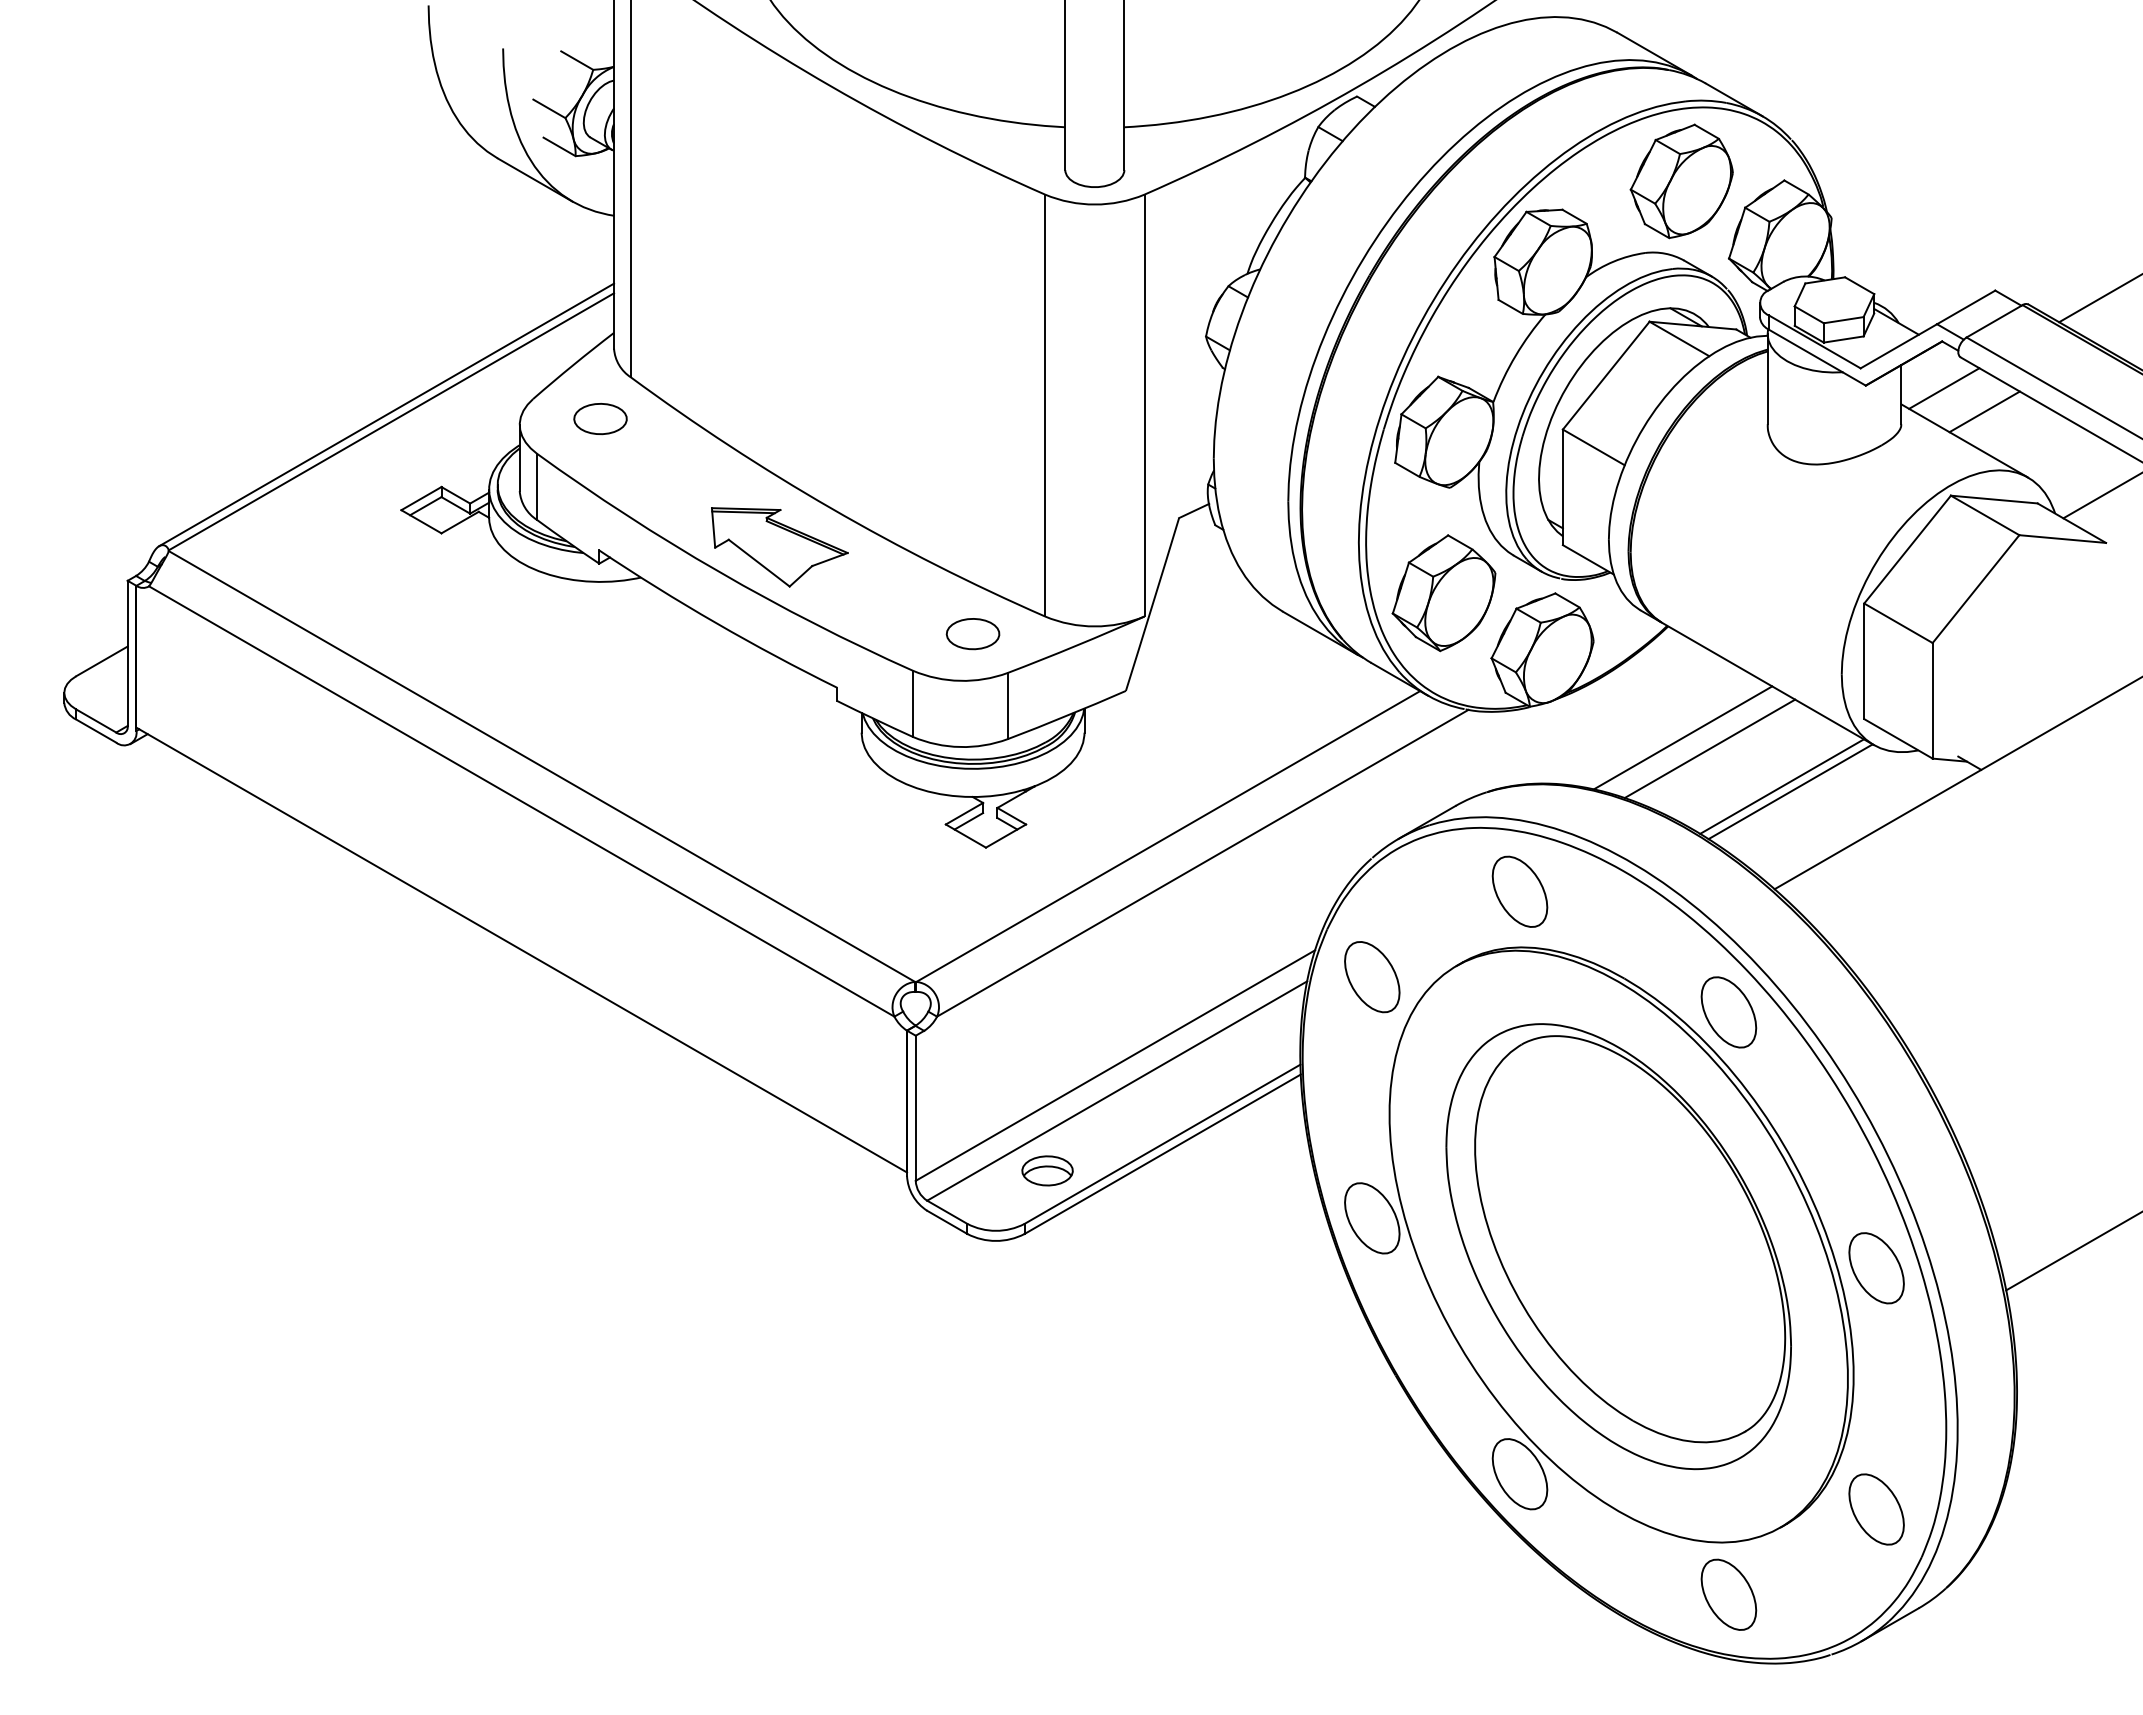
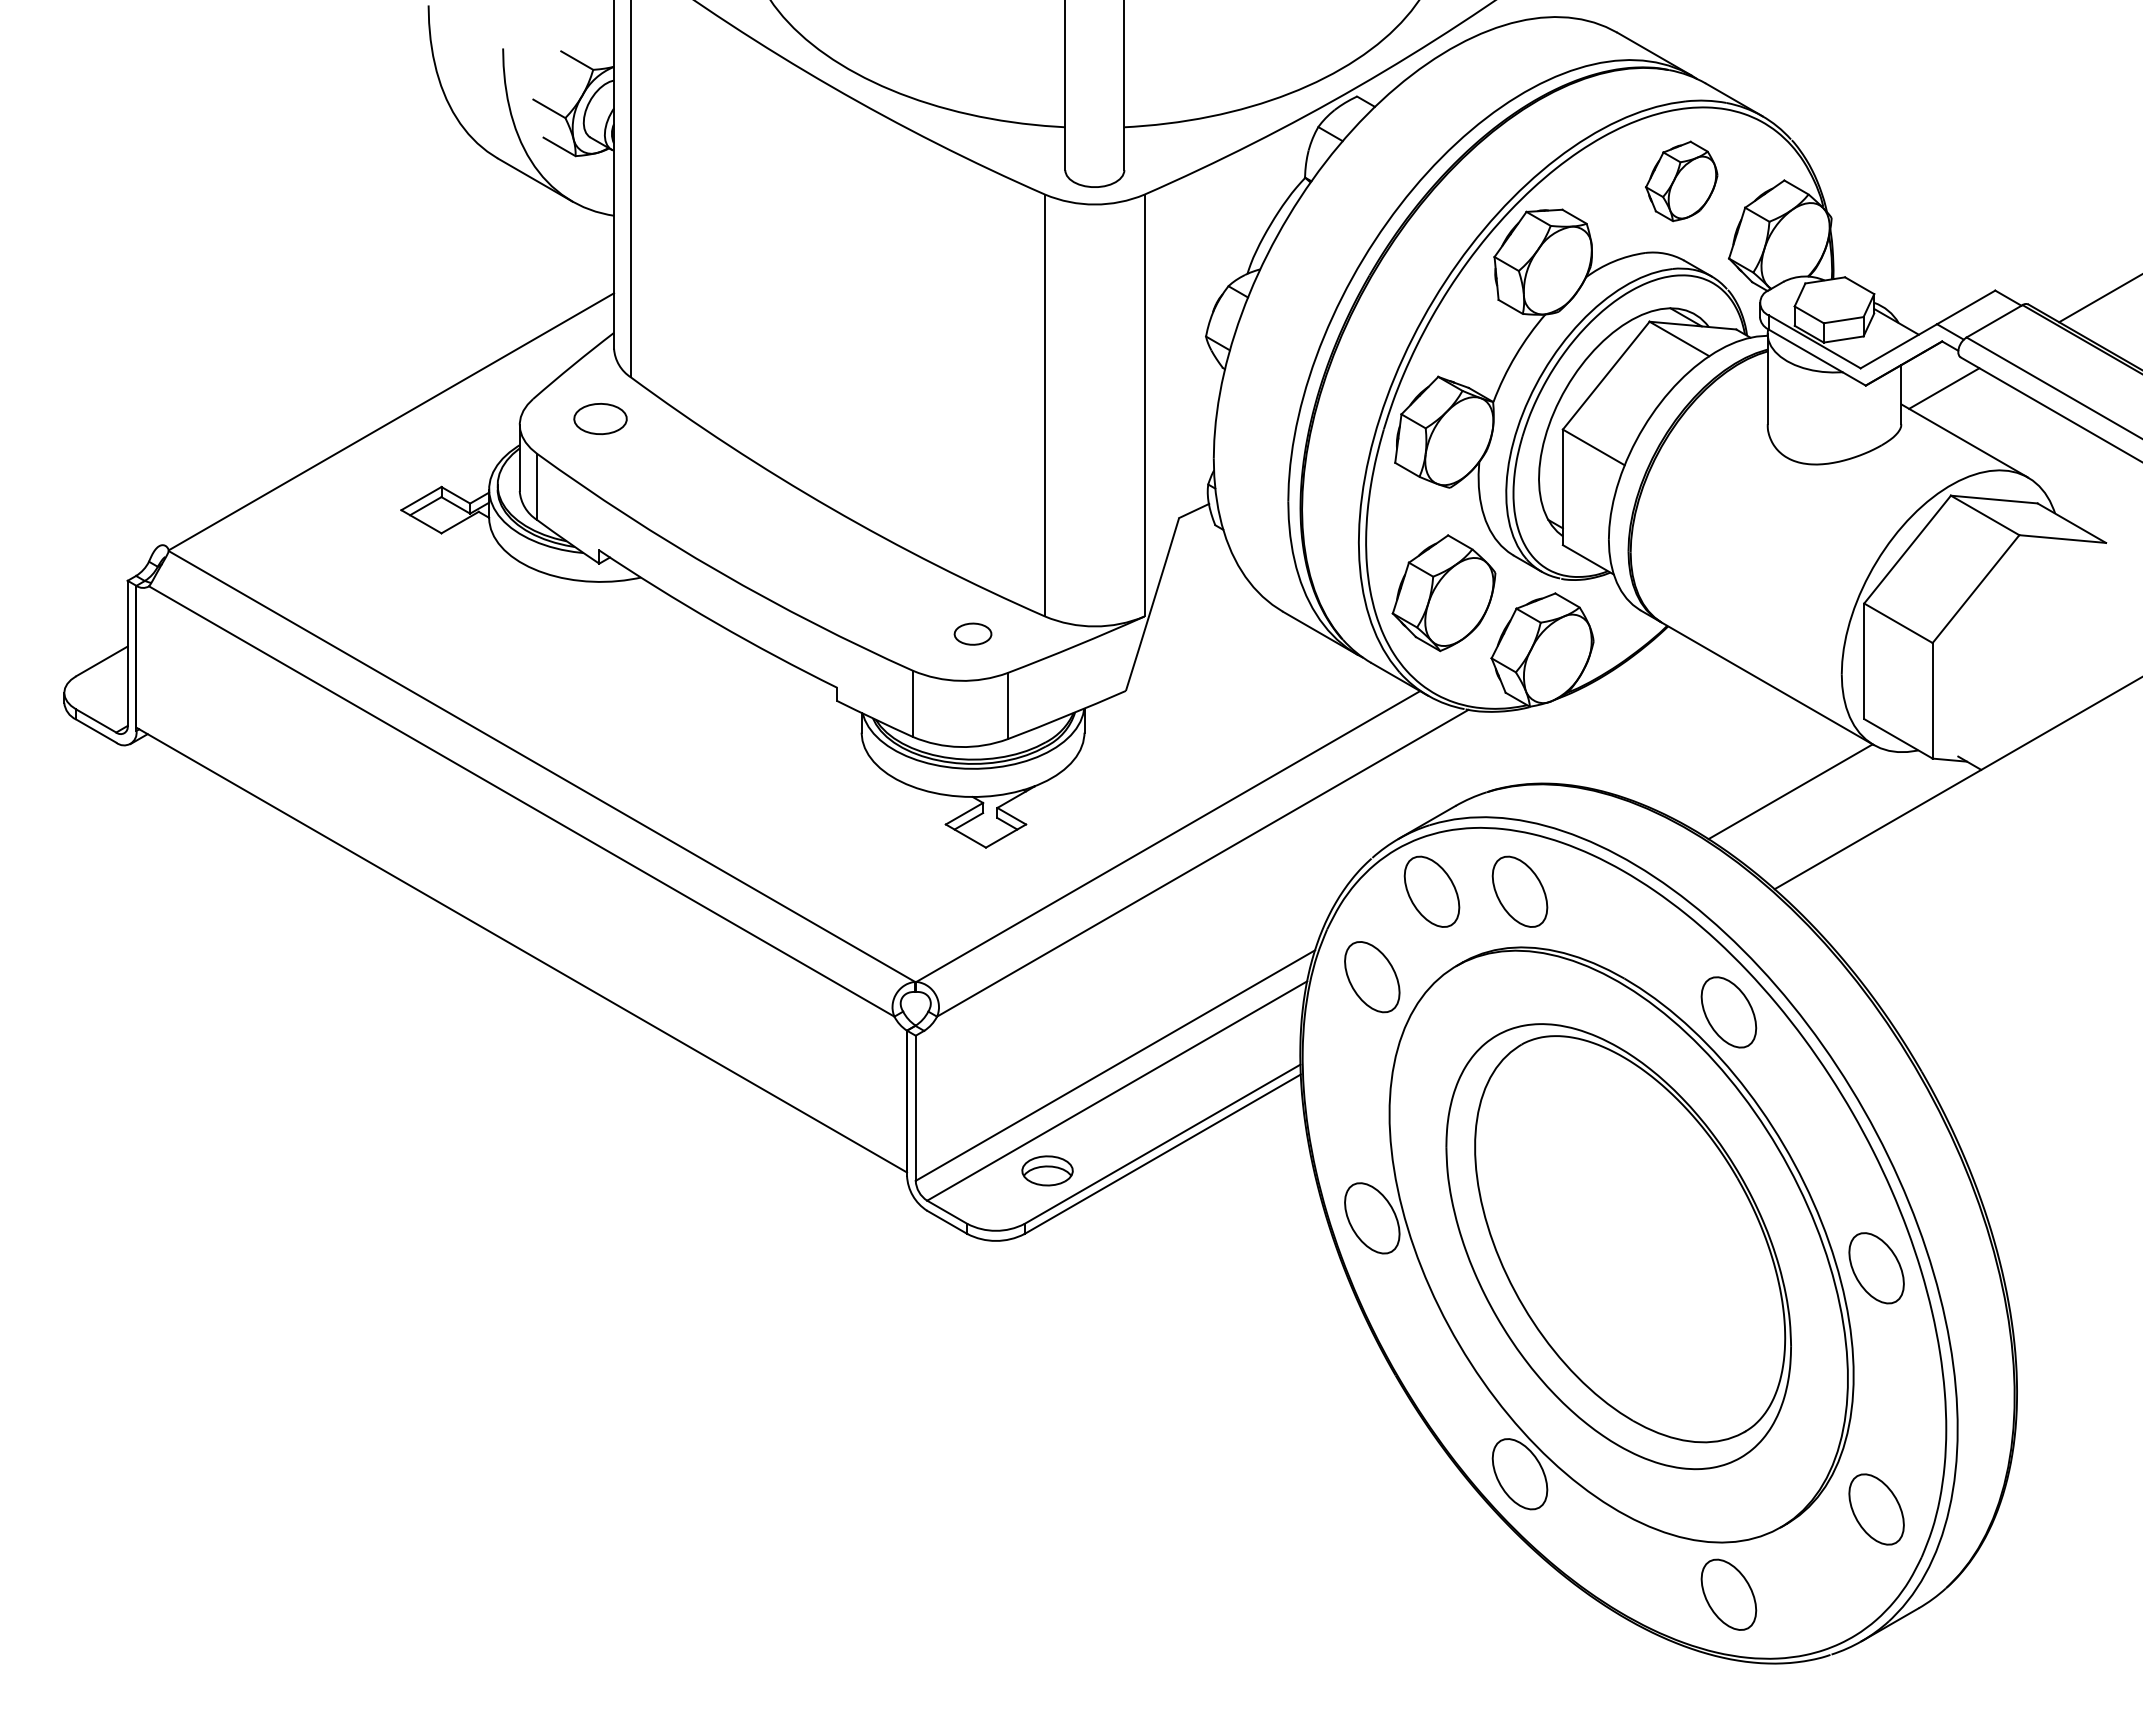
part at (1681, 181) size: 105x117 px -> 74x83 px
line at (1984, 411): present -> none
line at (386, 414): present -> none
line at (2101, 496): present -> none
part at (779, 547): present -> none
part at (972, 634) size: 56x33 px -> 40x24 px
line at (1682, 737): present -> none
line at (1709, 748): present -> none
line at (1781, 786): present -> none
part at (1431, 891): none -> present
line at (2072, 1251): present -> none
